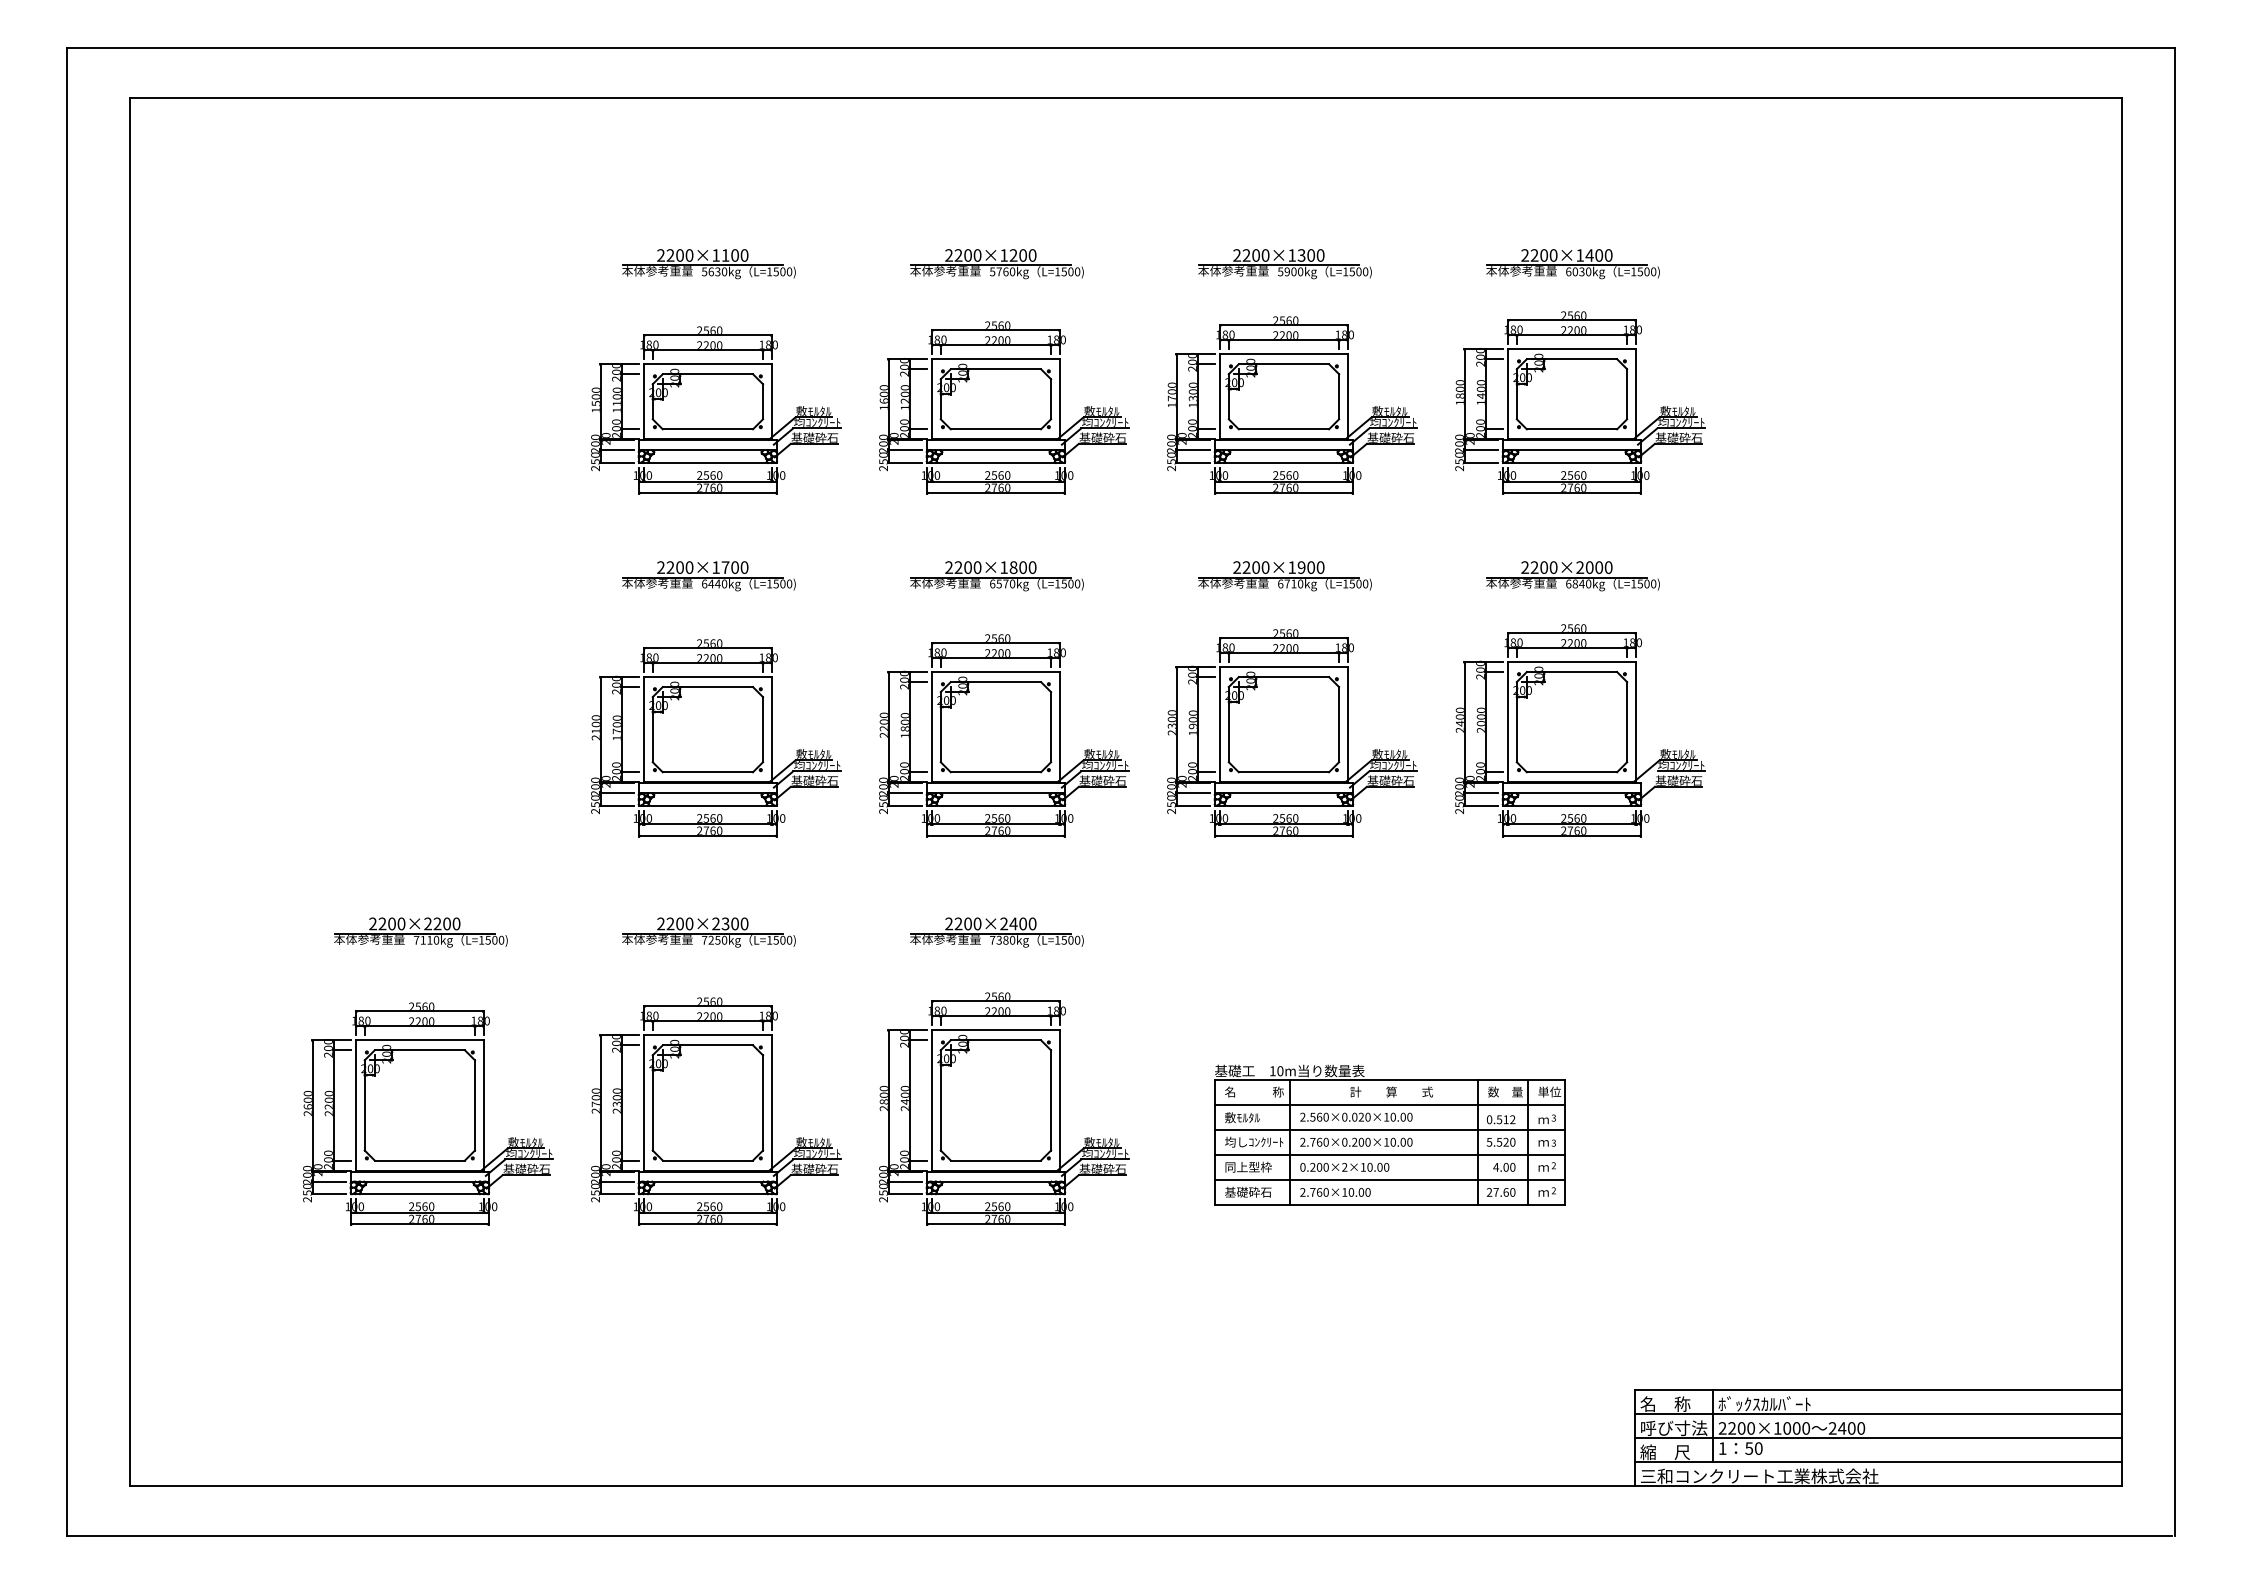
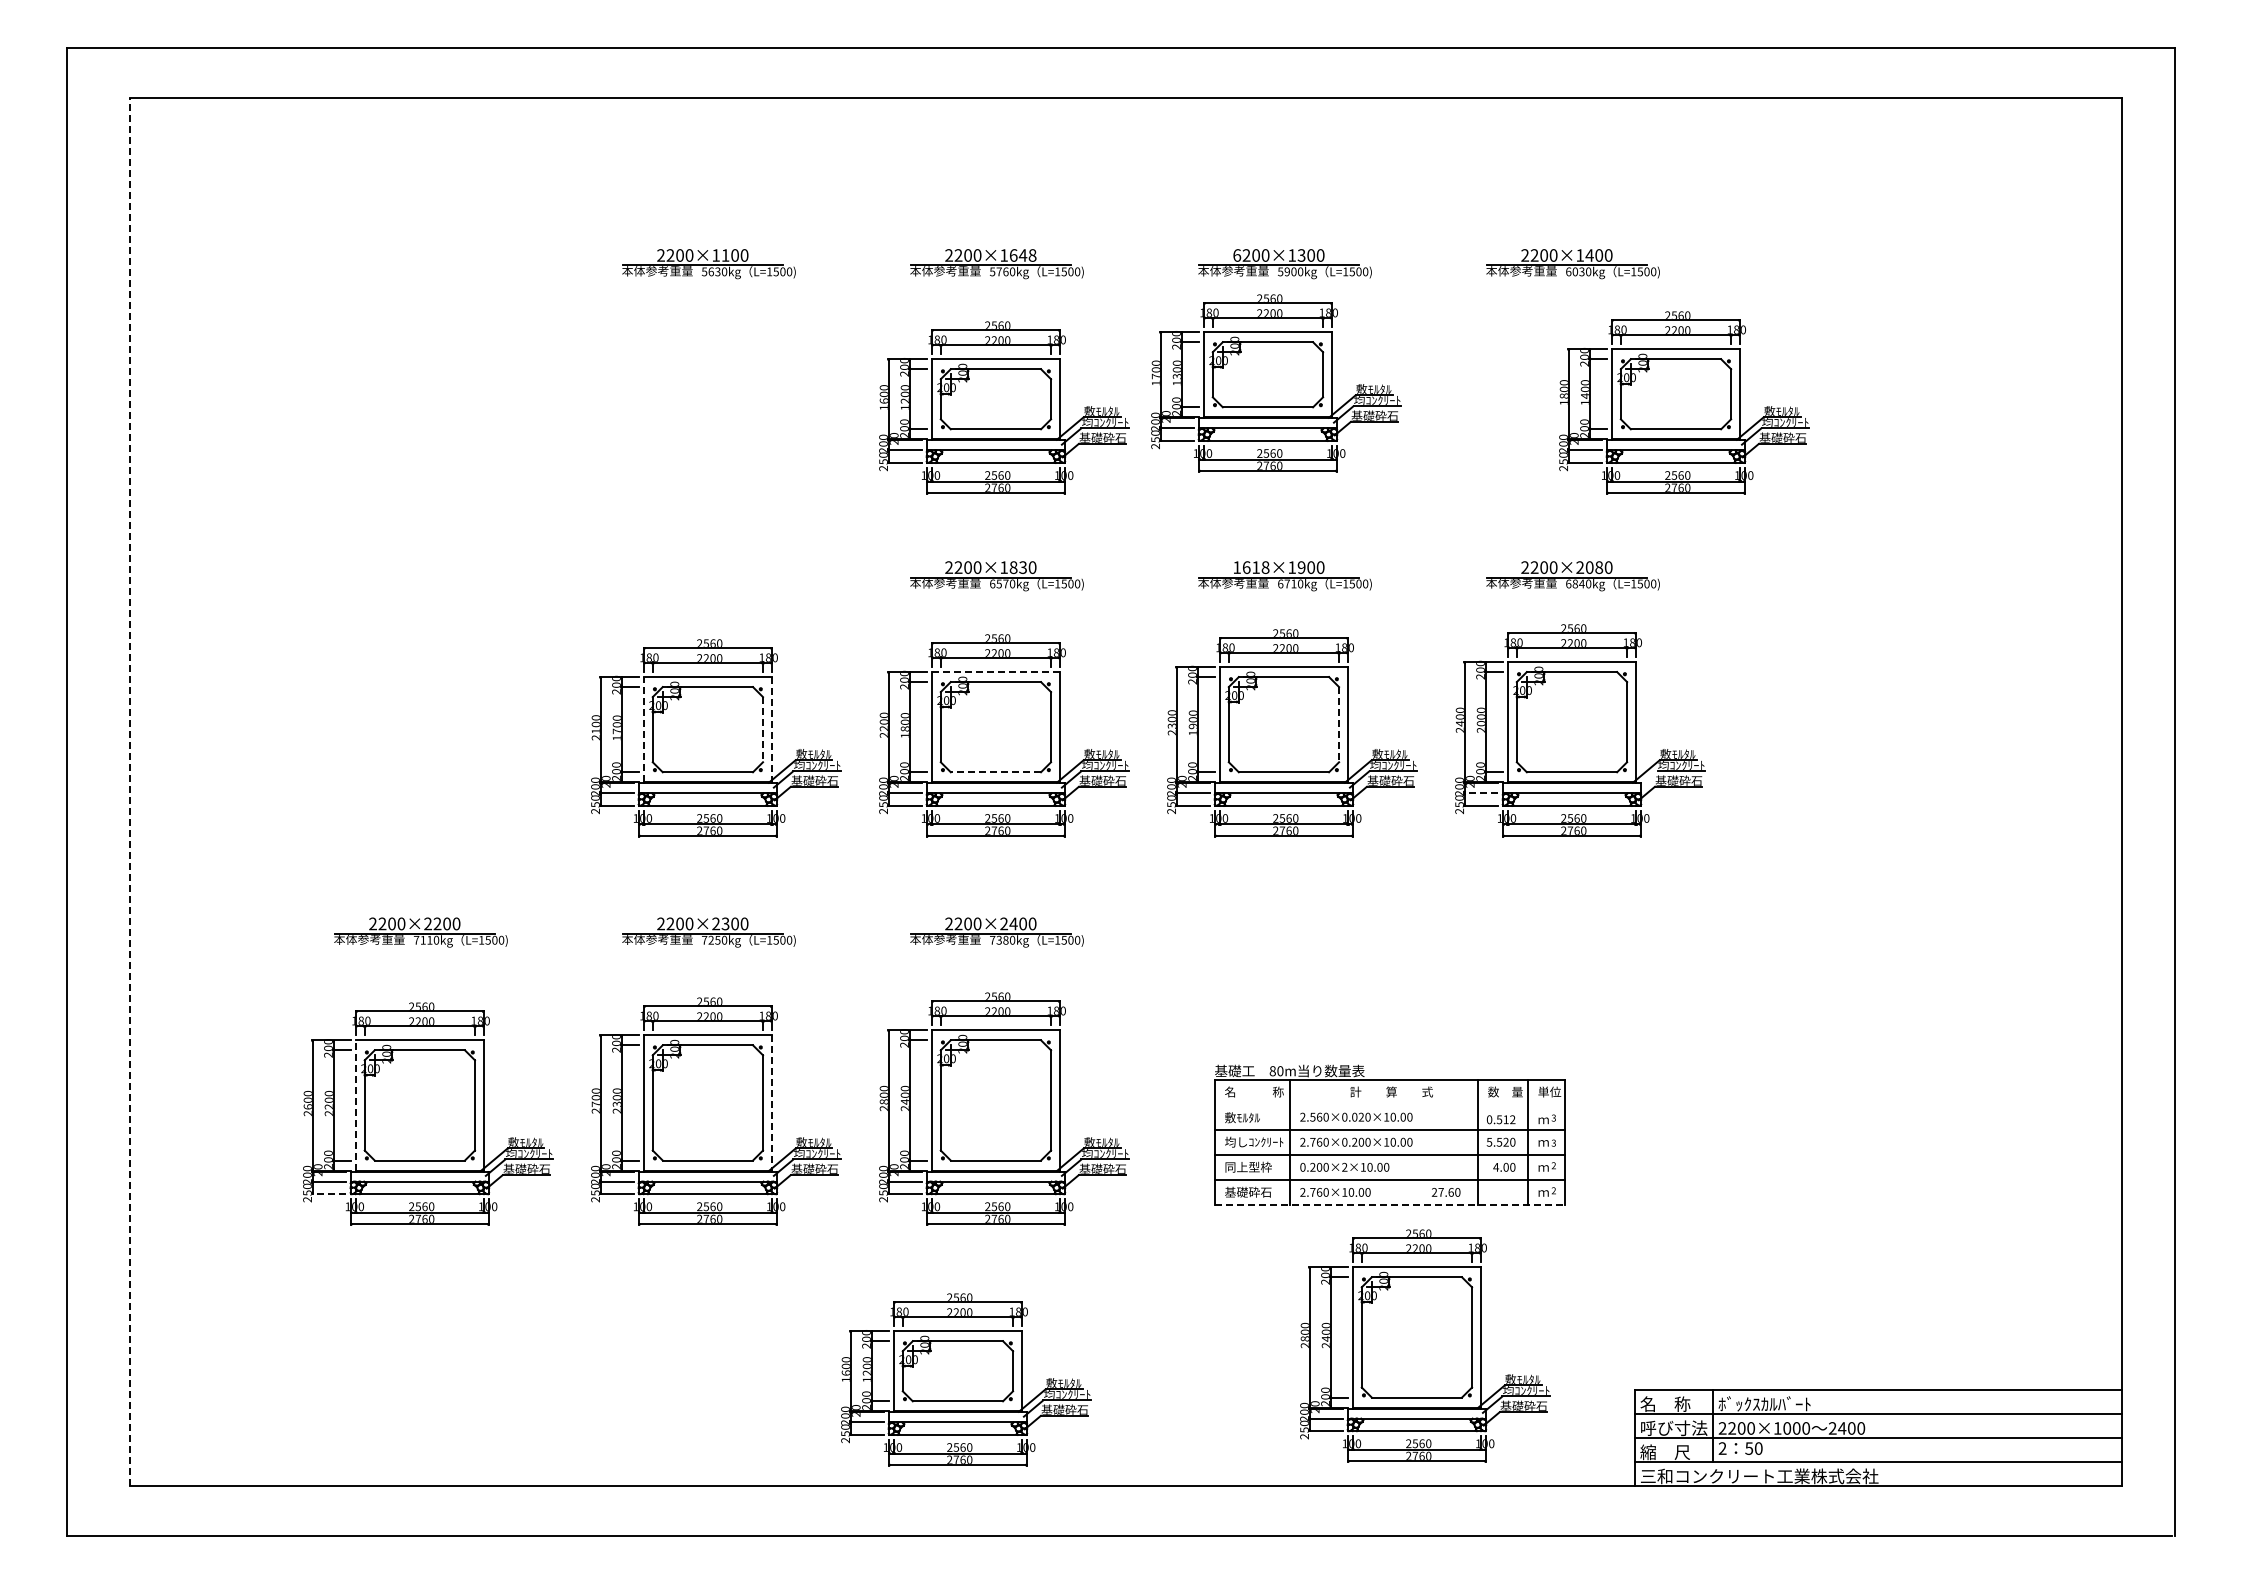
text at (1022, 255): 2200×1200 -> 2200×1648
text at (1237, 255): 2200×1300 -> 6200×1300
part at (1580, 402) position: (1580, 402) -> (1684, 402)
part at (1292, 405) position: (1292, 405) -> (1276, 383)
part at (716, 410): present -> none
text at (1022, 567): 2200×1800 -> 2200×1830
text at (1251, 567): 2200×1900 -> 1618×1900
text at (1599, 567): 2200×2000 -> 2200×2080
part at (708, 576): present -> none
line at (996, 672): solid -> dashed
line at (1339, 724): solid -> dashed
line at (643, 729): solid -> dashed
line at (763, 729): solid -> dashed
line at (772, 729): solid -> dashed
line at (995, 772): solid -> dashed
line at (129, 791): solid -> dashed
line at (1480, 793): solid -> dashed
text at (1272, 1071): 10m -> 80m
line at (772, 1102): solid -> dashed
line at (355, 1104): solid -> dashed
line at (1389, 1105): present -> none
text at (1500, 1192) position: (1500, 1192) -> (1445, 1192)
line at (328, 1194): solid -> dashed
line at (1390, 1205): solid -> dashed
part at (1425, 1345): none -> present
part at (966, 1379): none -> present
text at (1722, 1448): 1 -> 2
